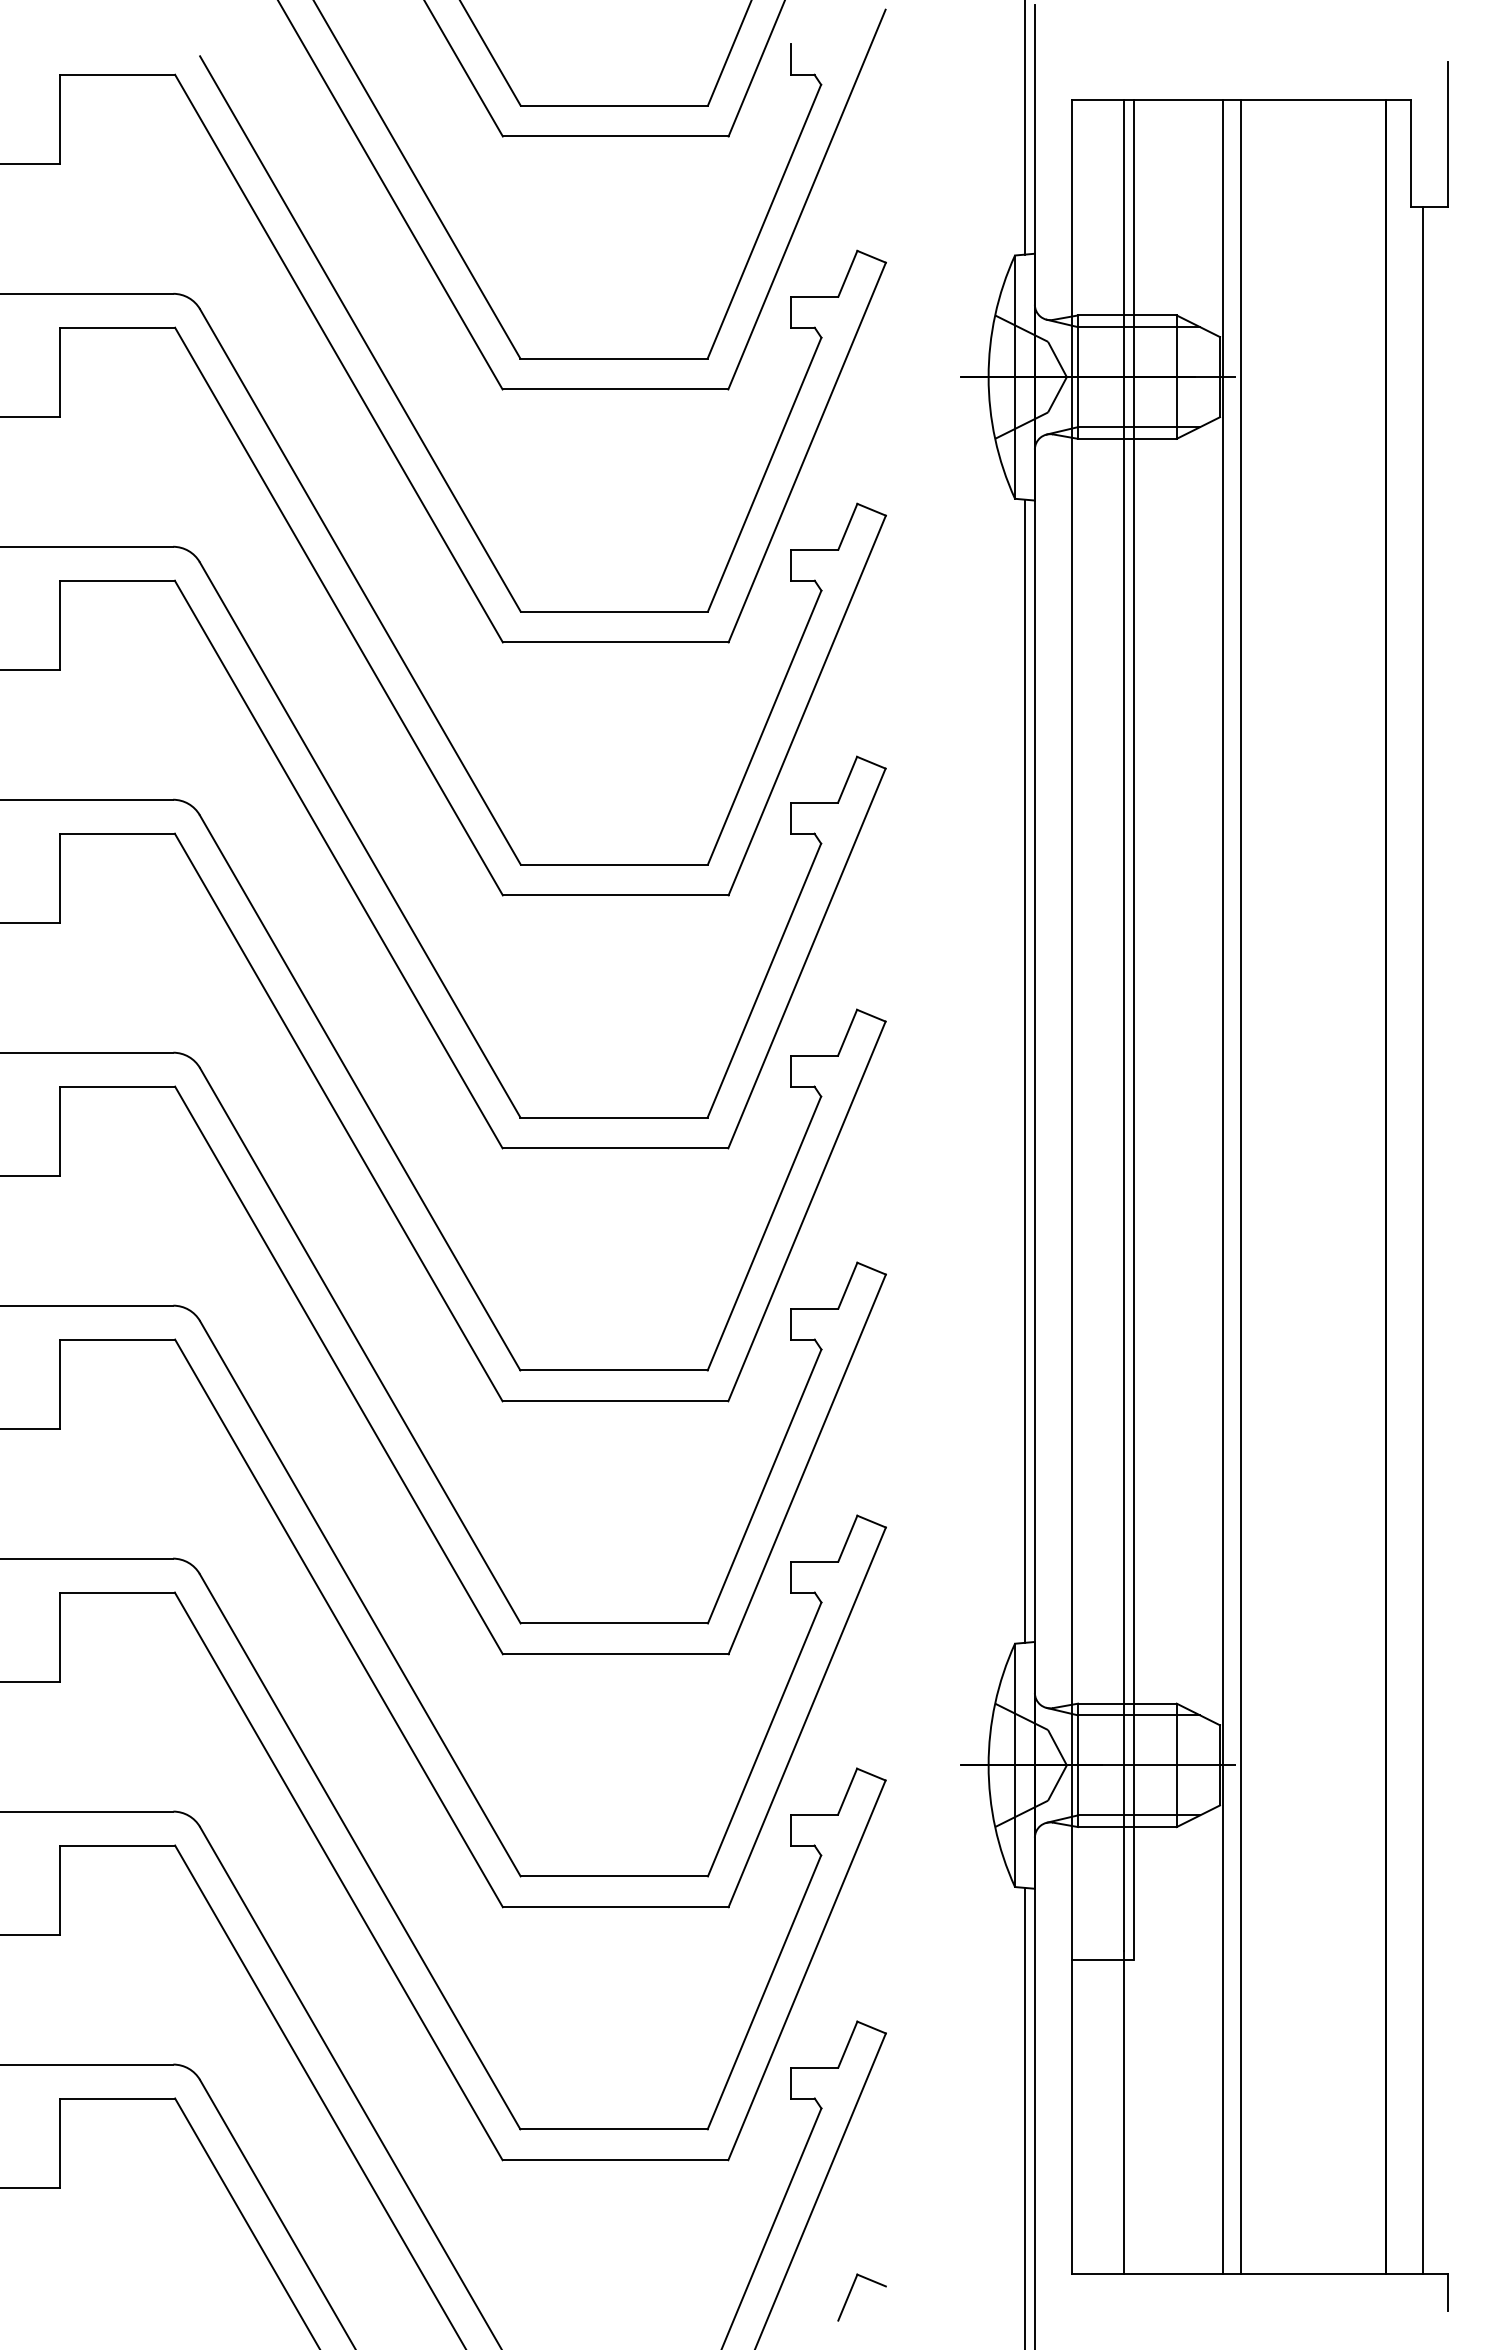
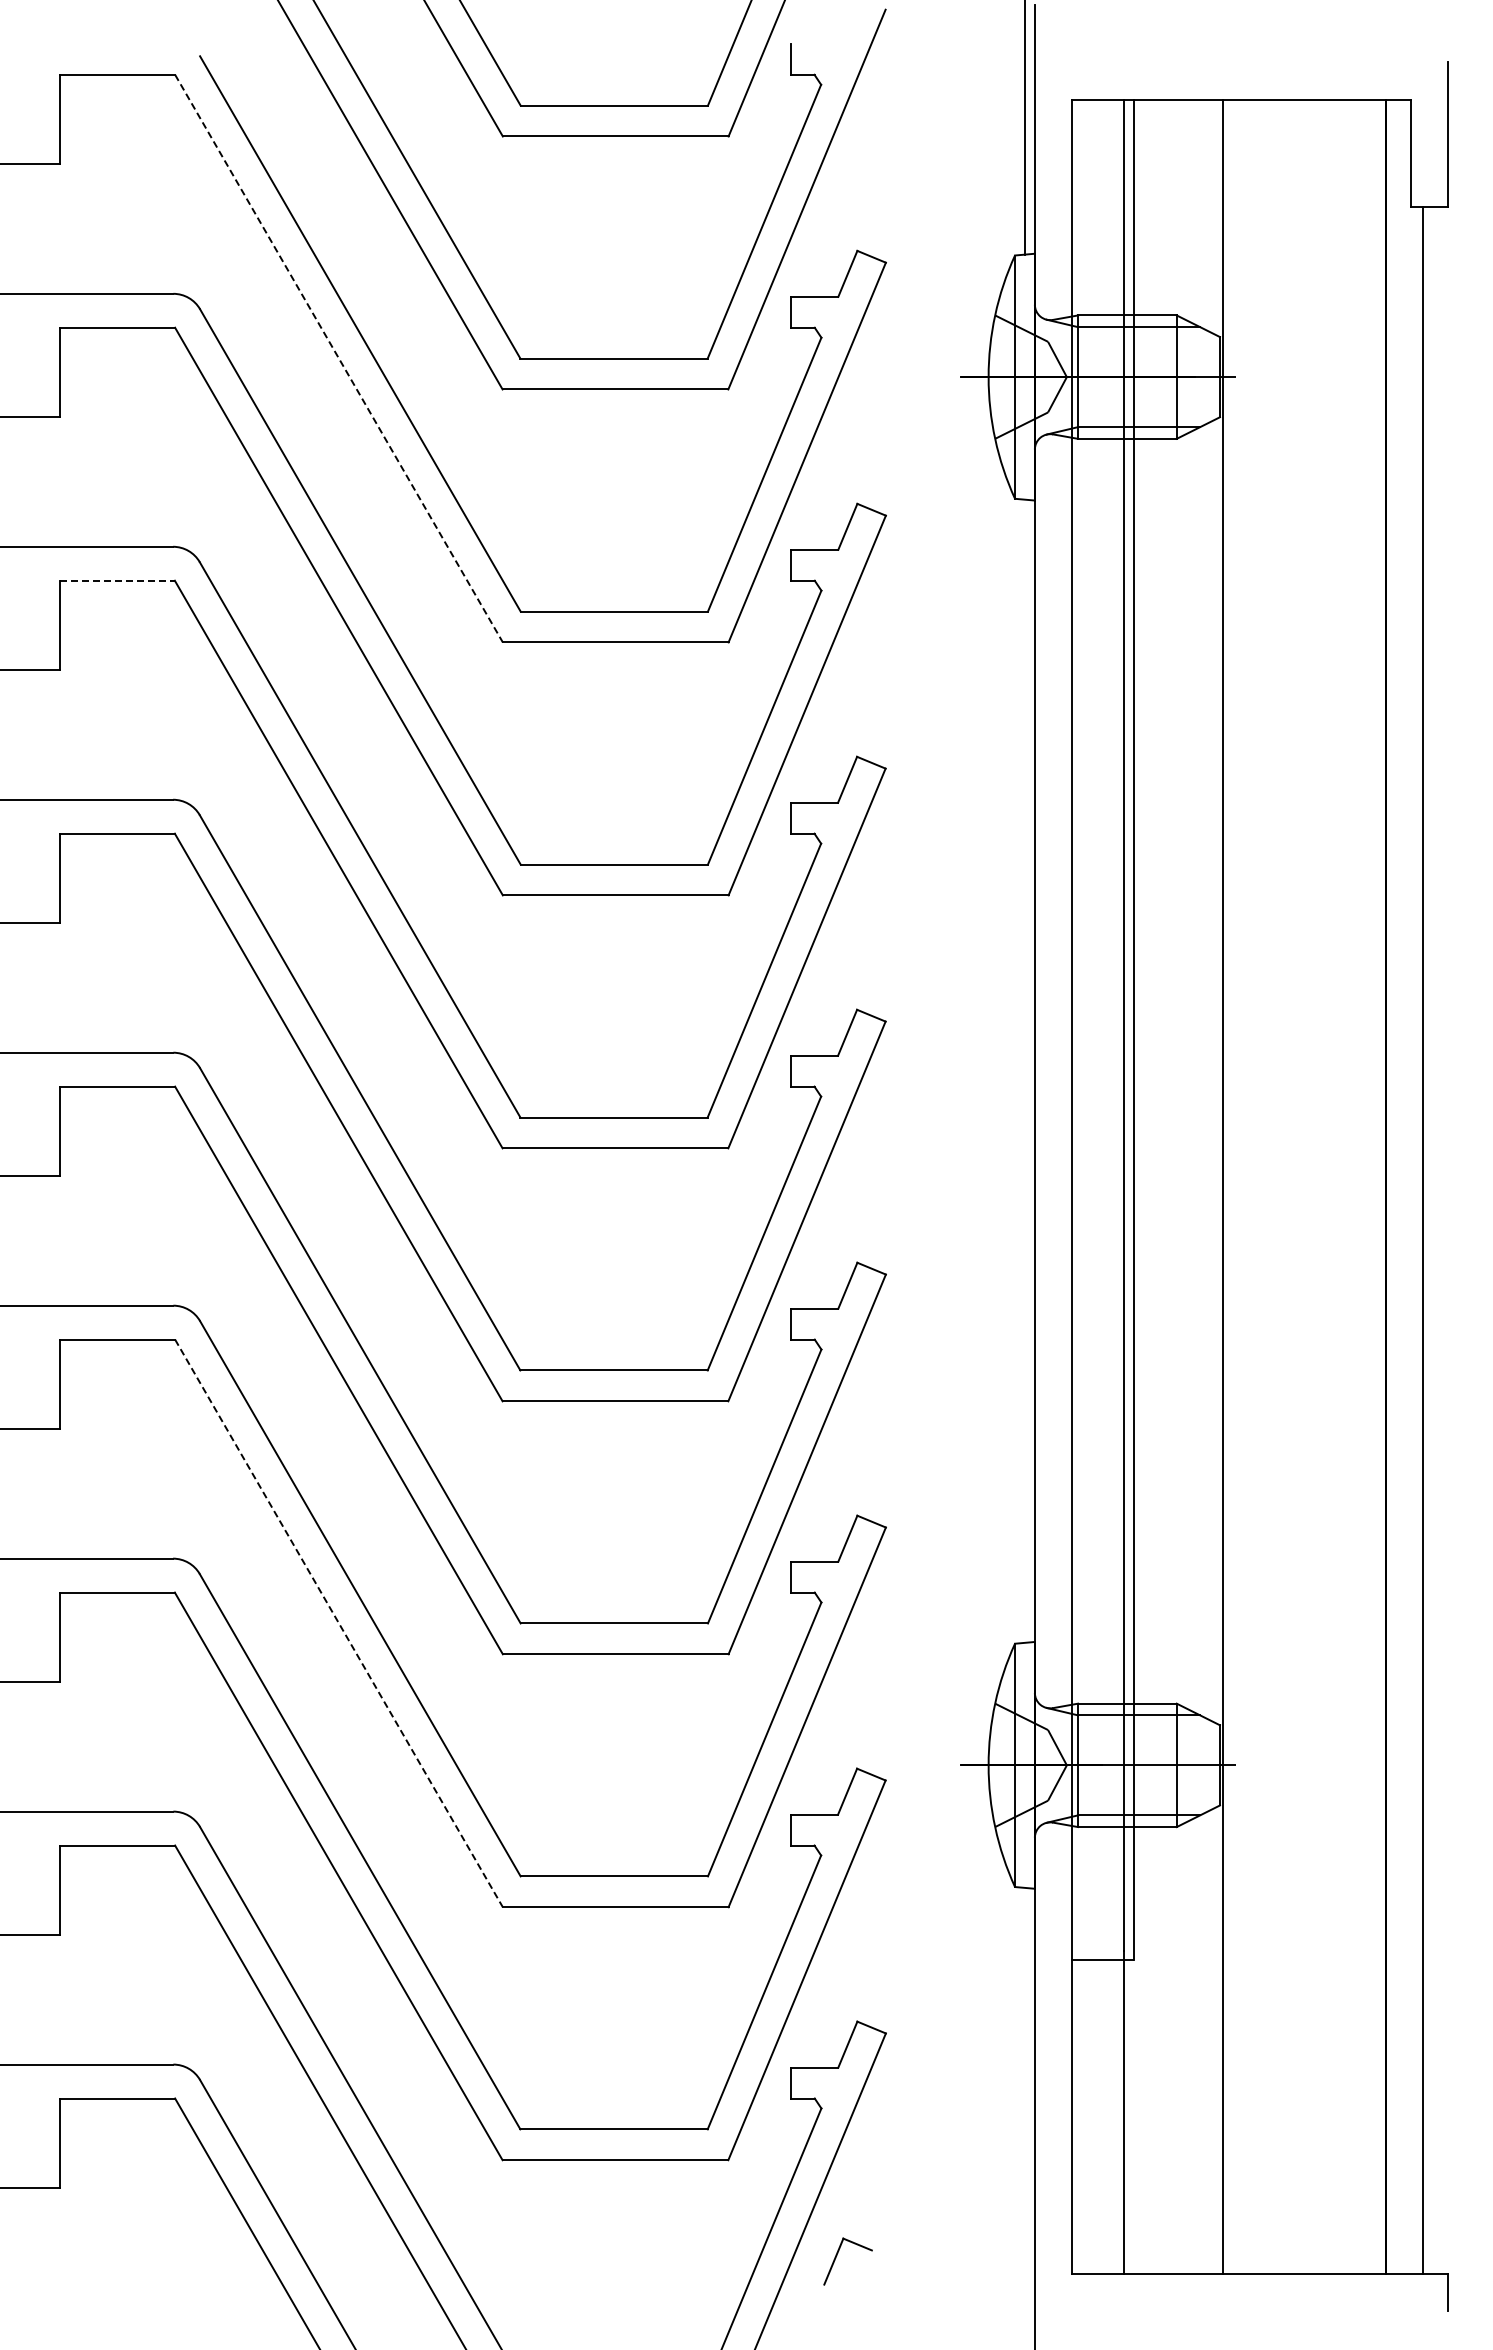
line at (339, 358): solid -> dashed
line at (117, 580): solid -> dashed
line at (1025, 1070): present -> none
line at (1241, 1186): present -> none
line at (339, 1623): solid -> dashed
line at (1025, 2116): present -> none
part at (850, 2294) position: (850, 2294) -> (836, 2258)
